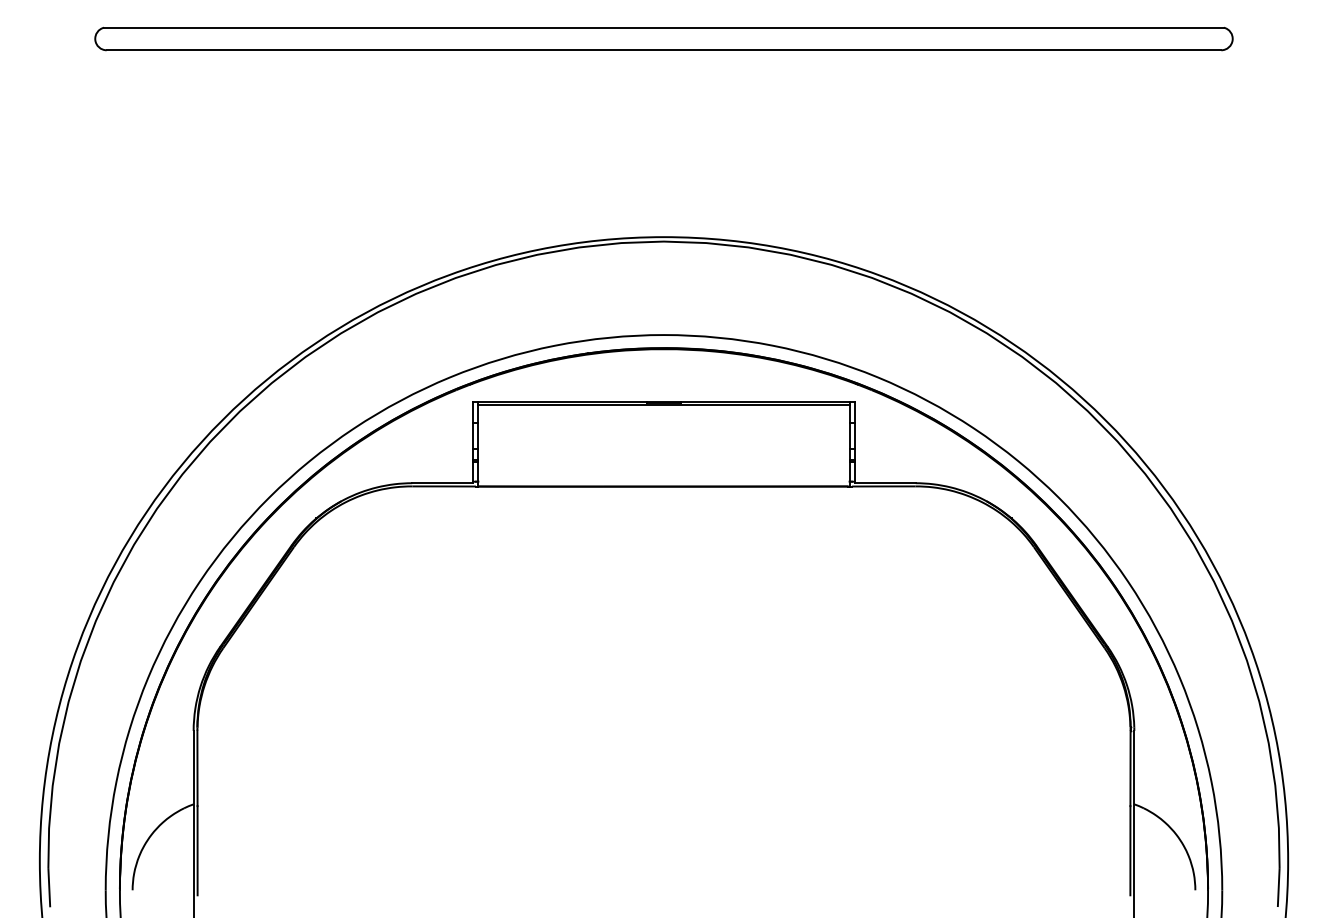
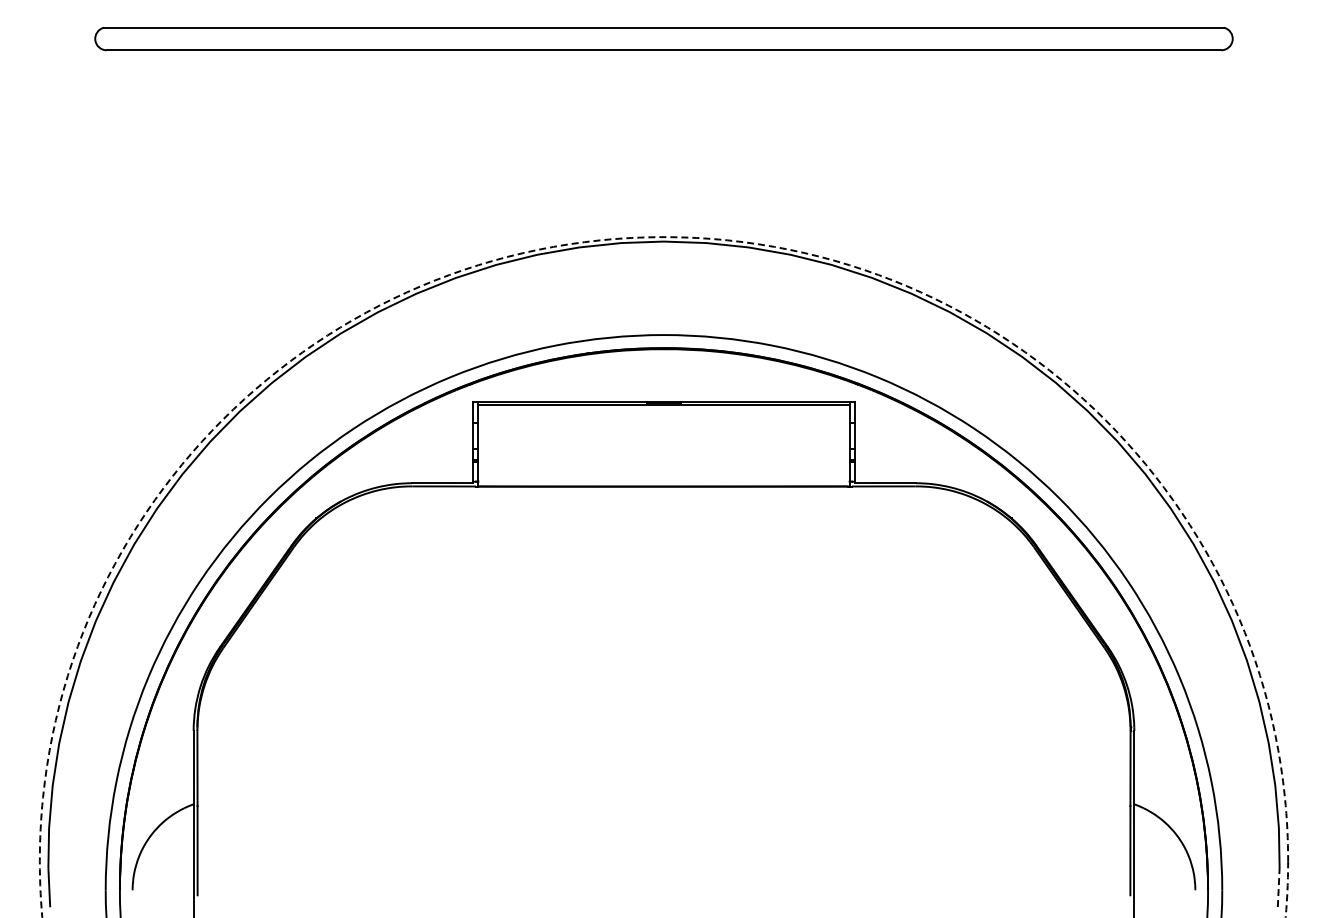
circle at (663, 577): solid -> dashed
line at (1278, 887): solid -> dashed
